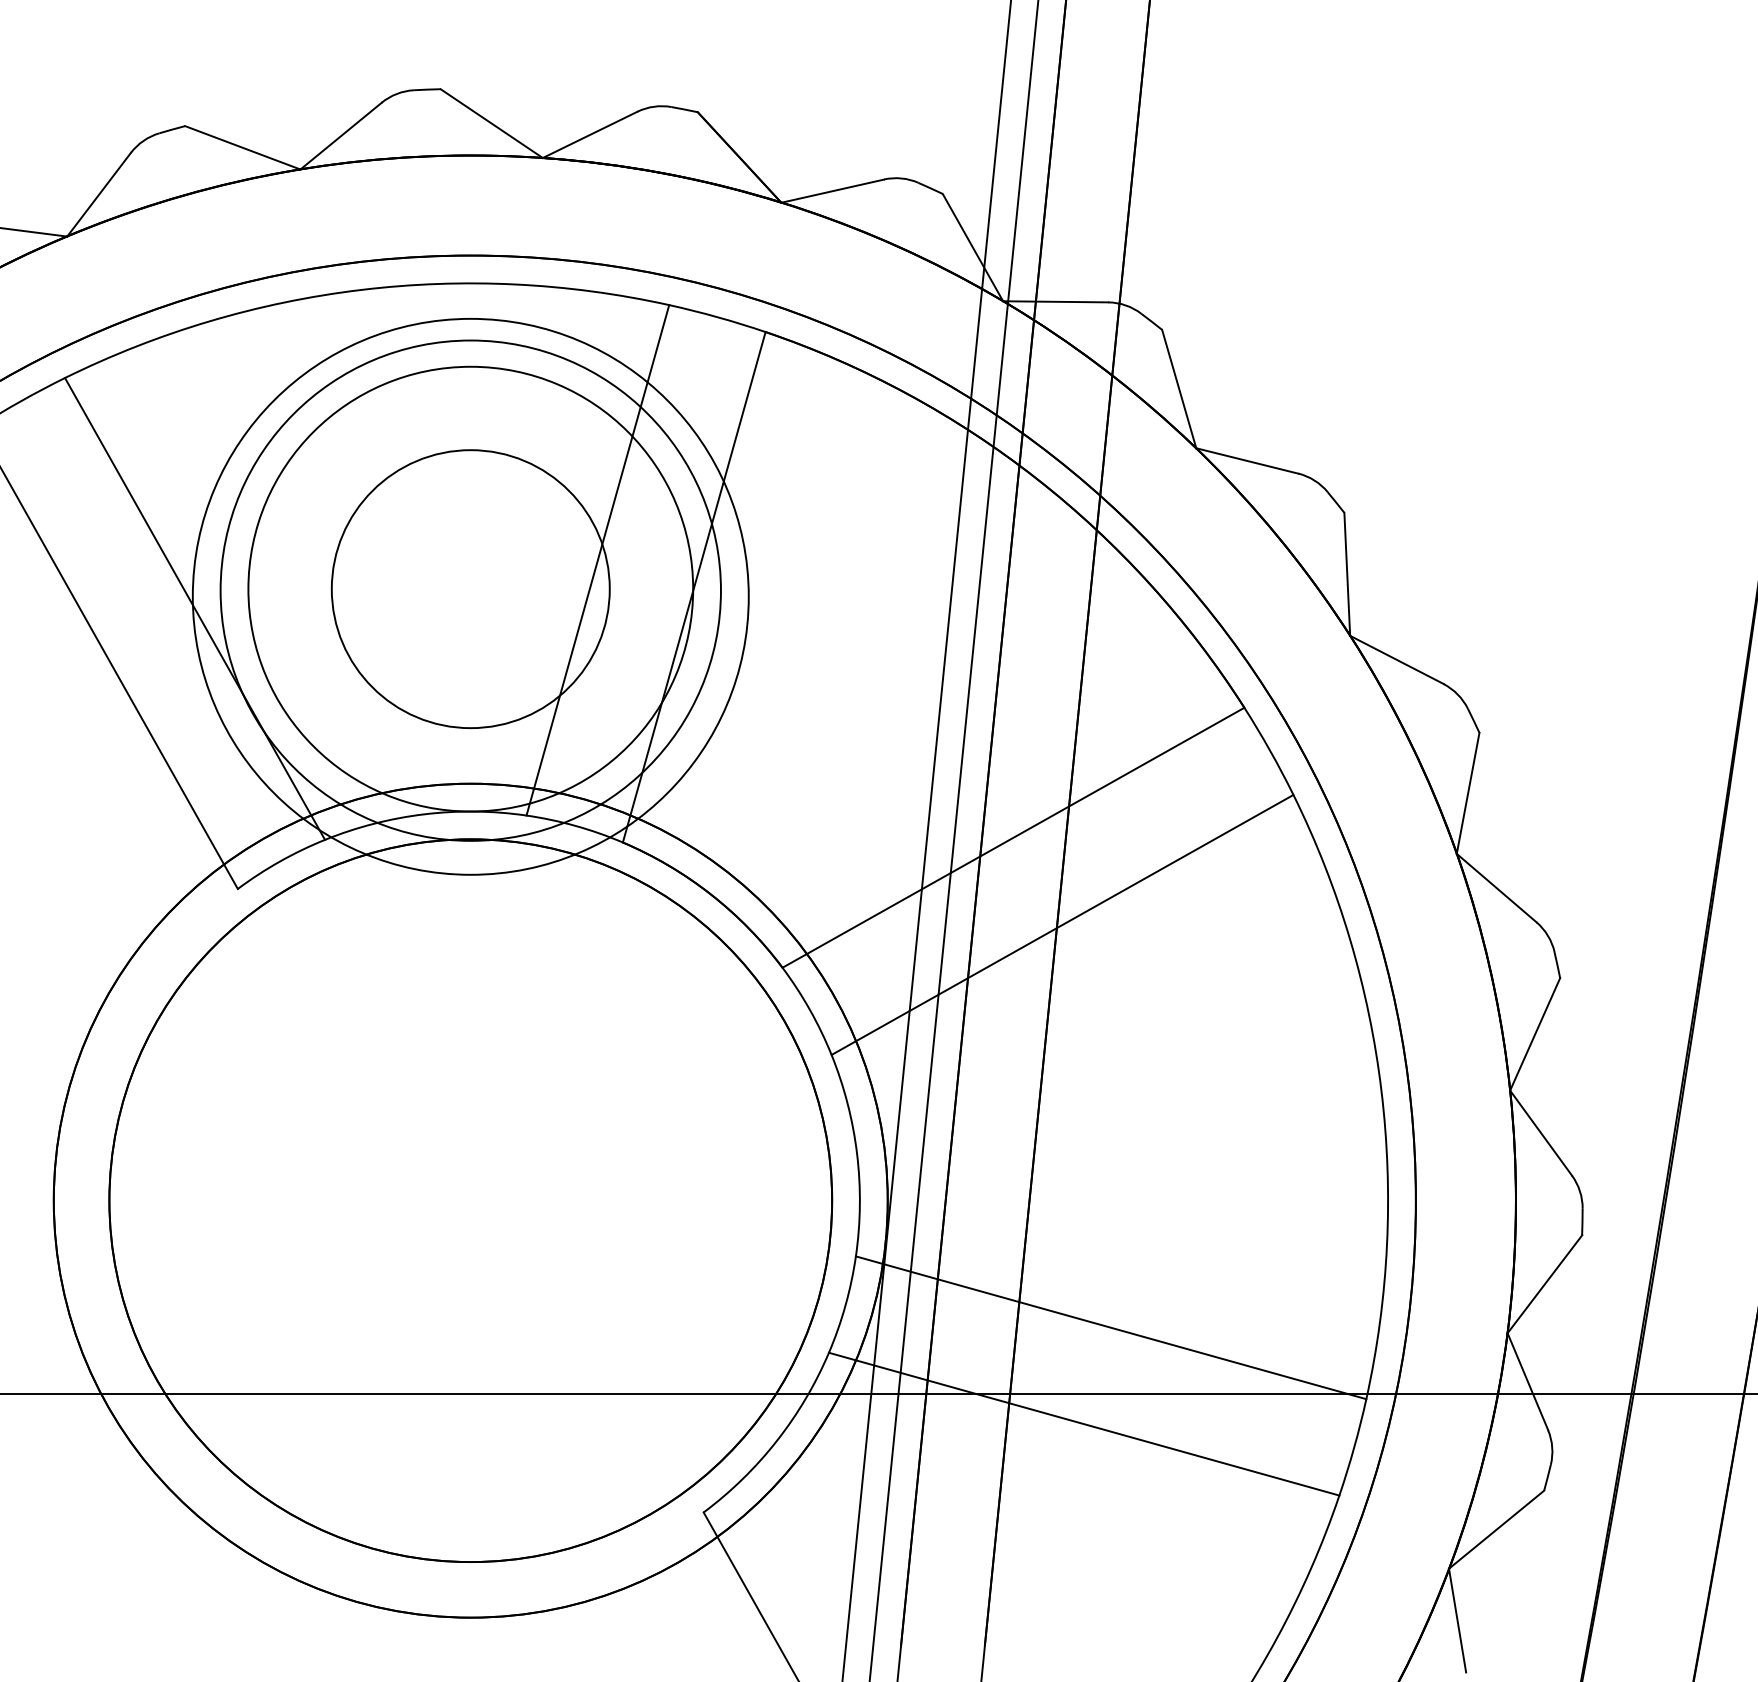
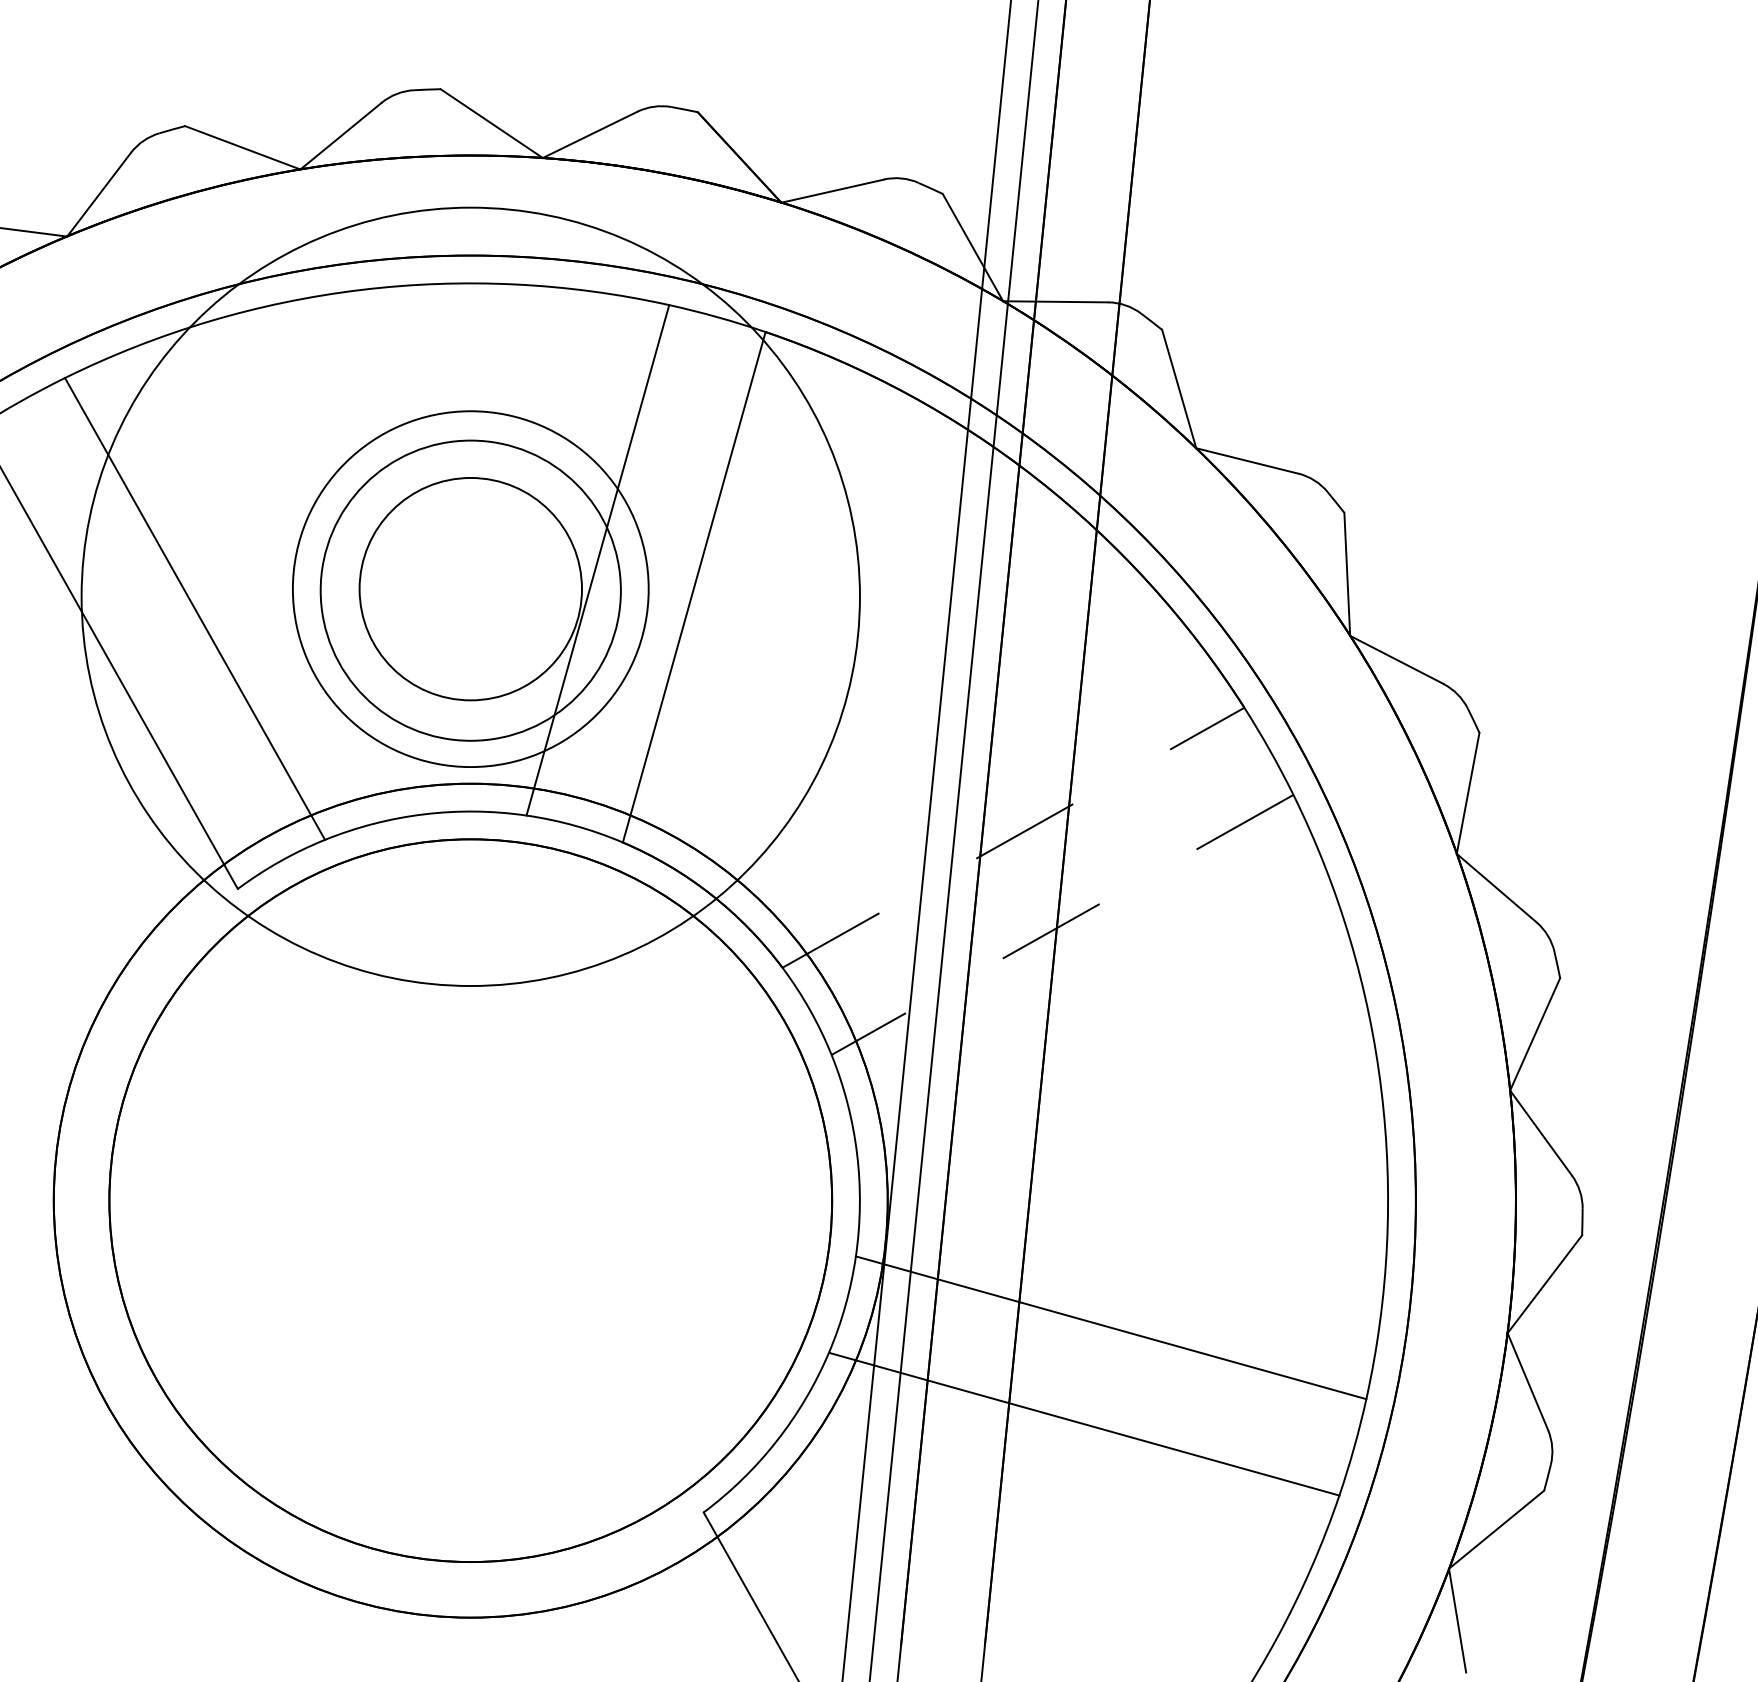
circle at (470, 588) diameter: 445 px -> 356 px
circle at (470, 589) diameter: 278 px -> 222 px
circle at (470, 590) diameter: 500 px -> 300 px
circle at (470, 596) diameter: 556 px -> 778 px
line at (1013, 837): solid -> dashed
line at (1062, 924): solid -> dashed
line at (878, 1394): present -> none
